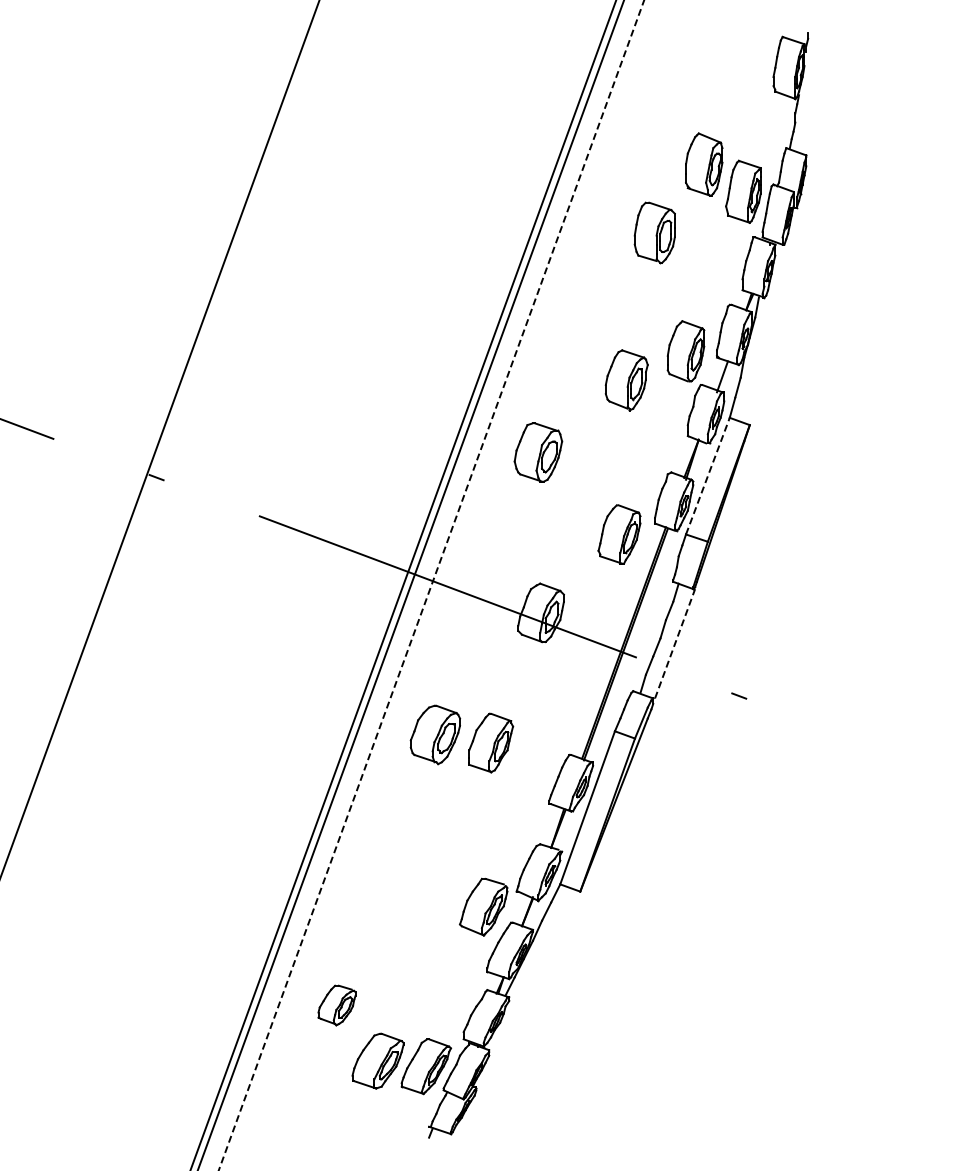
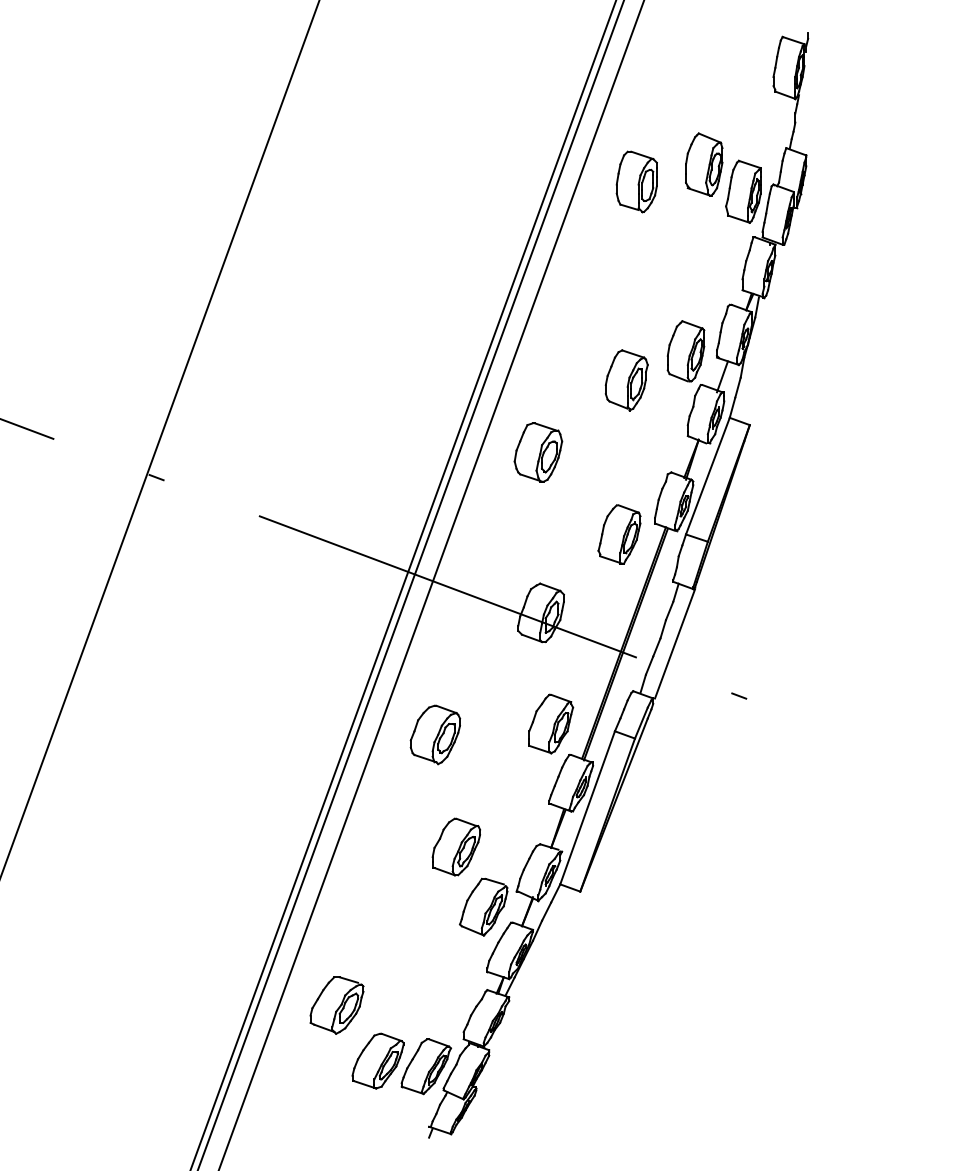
part at (654, 232) position: (654, 232) -> (636, 181)
line at (708, 475): dashed -> solid
line at (431, 585): dashed -> solid
line at (675, 643): dashed -> solid
part at (491, 742) position: (491, 742) -> (551, 723)
part at (456, 846): none -> present
part at (336, 1005) size: 40x43 px -> 56x59 px
